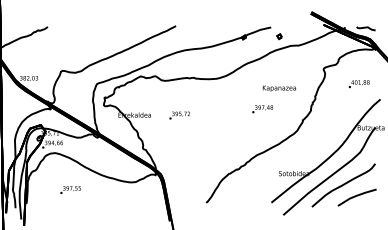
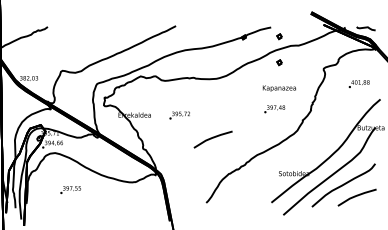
part at (279, 62): none -> present
text at (262, 109) position: (262, 109) -> (274, 109)
part at (212, 139): none -> present
